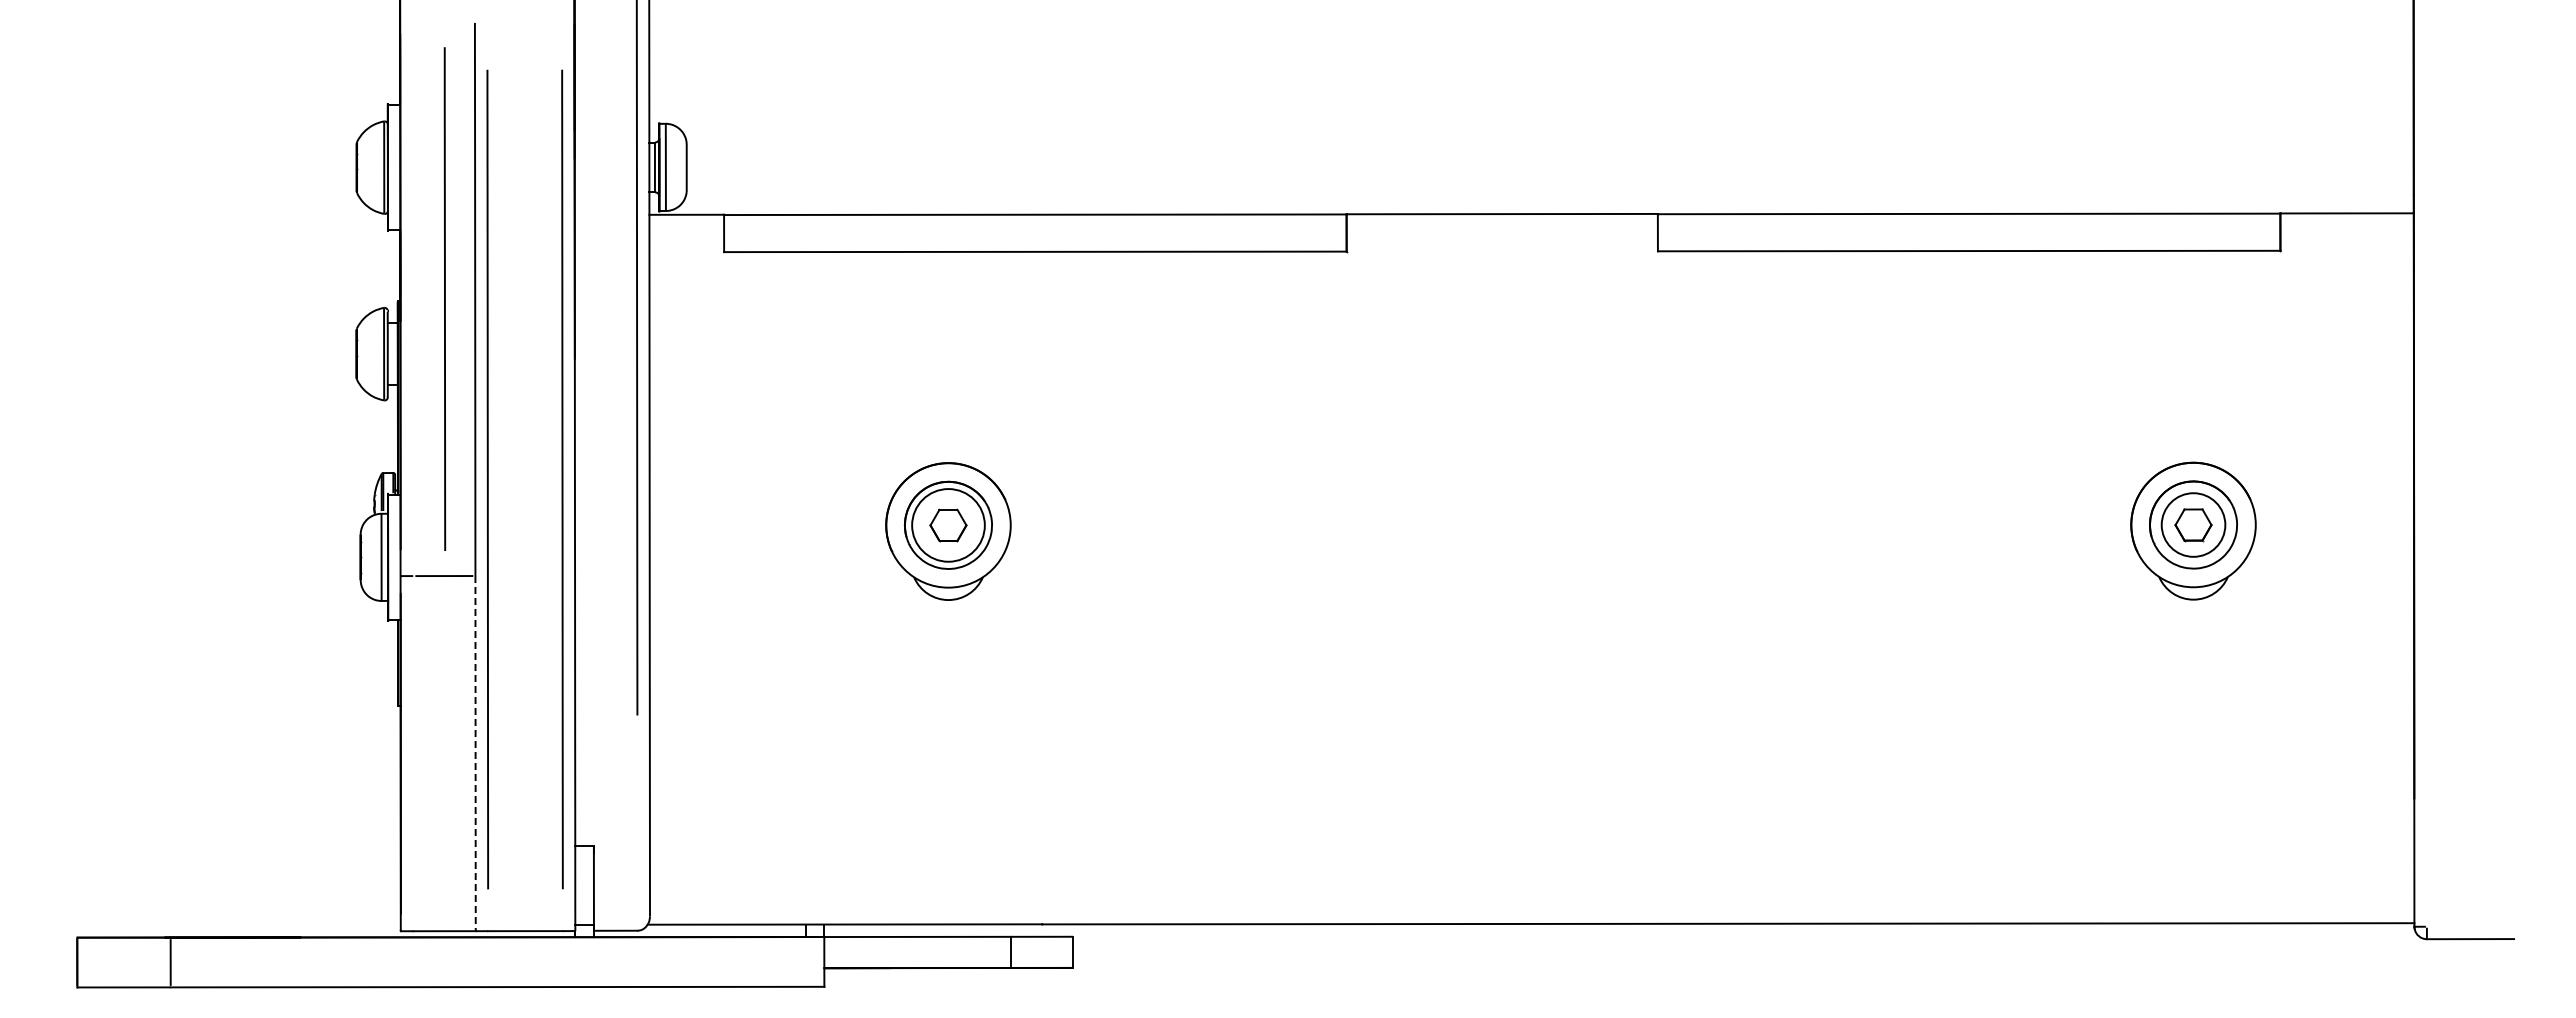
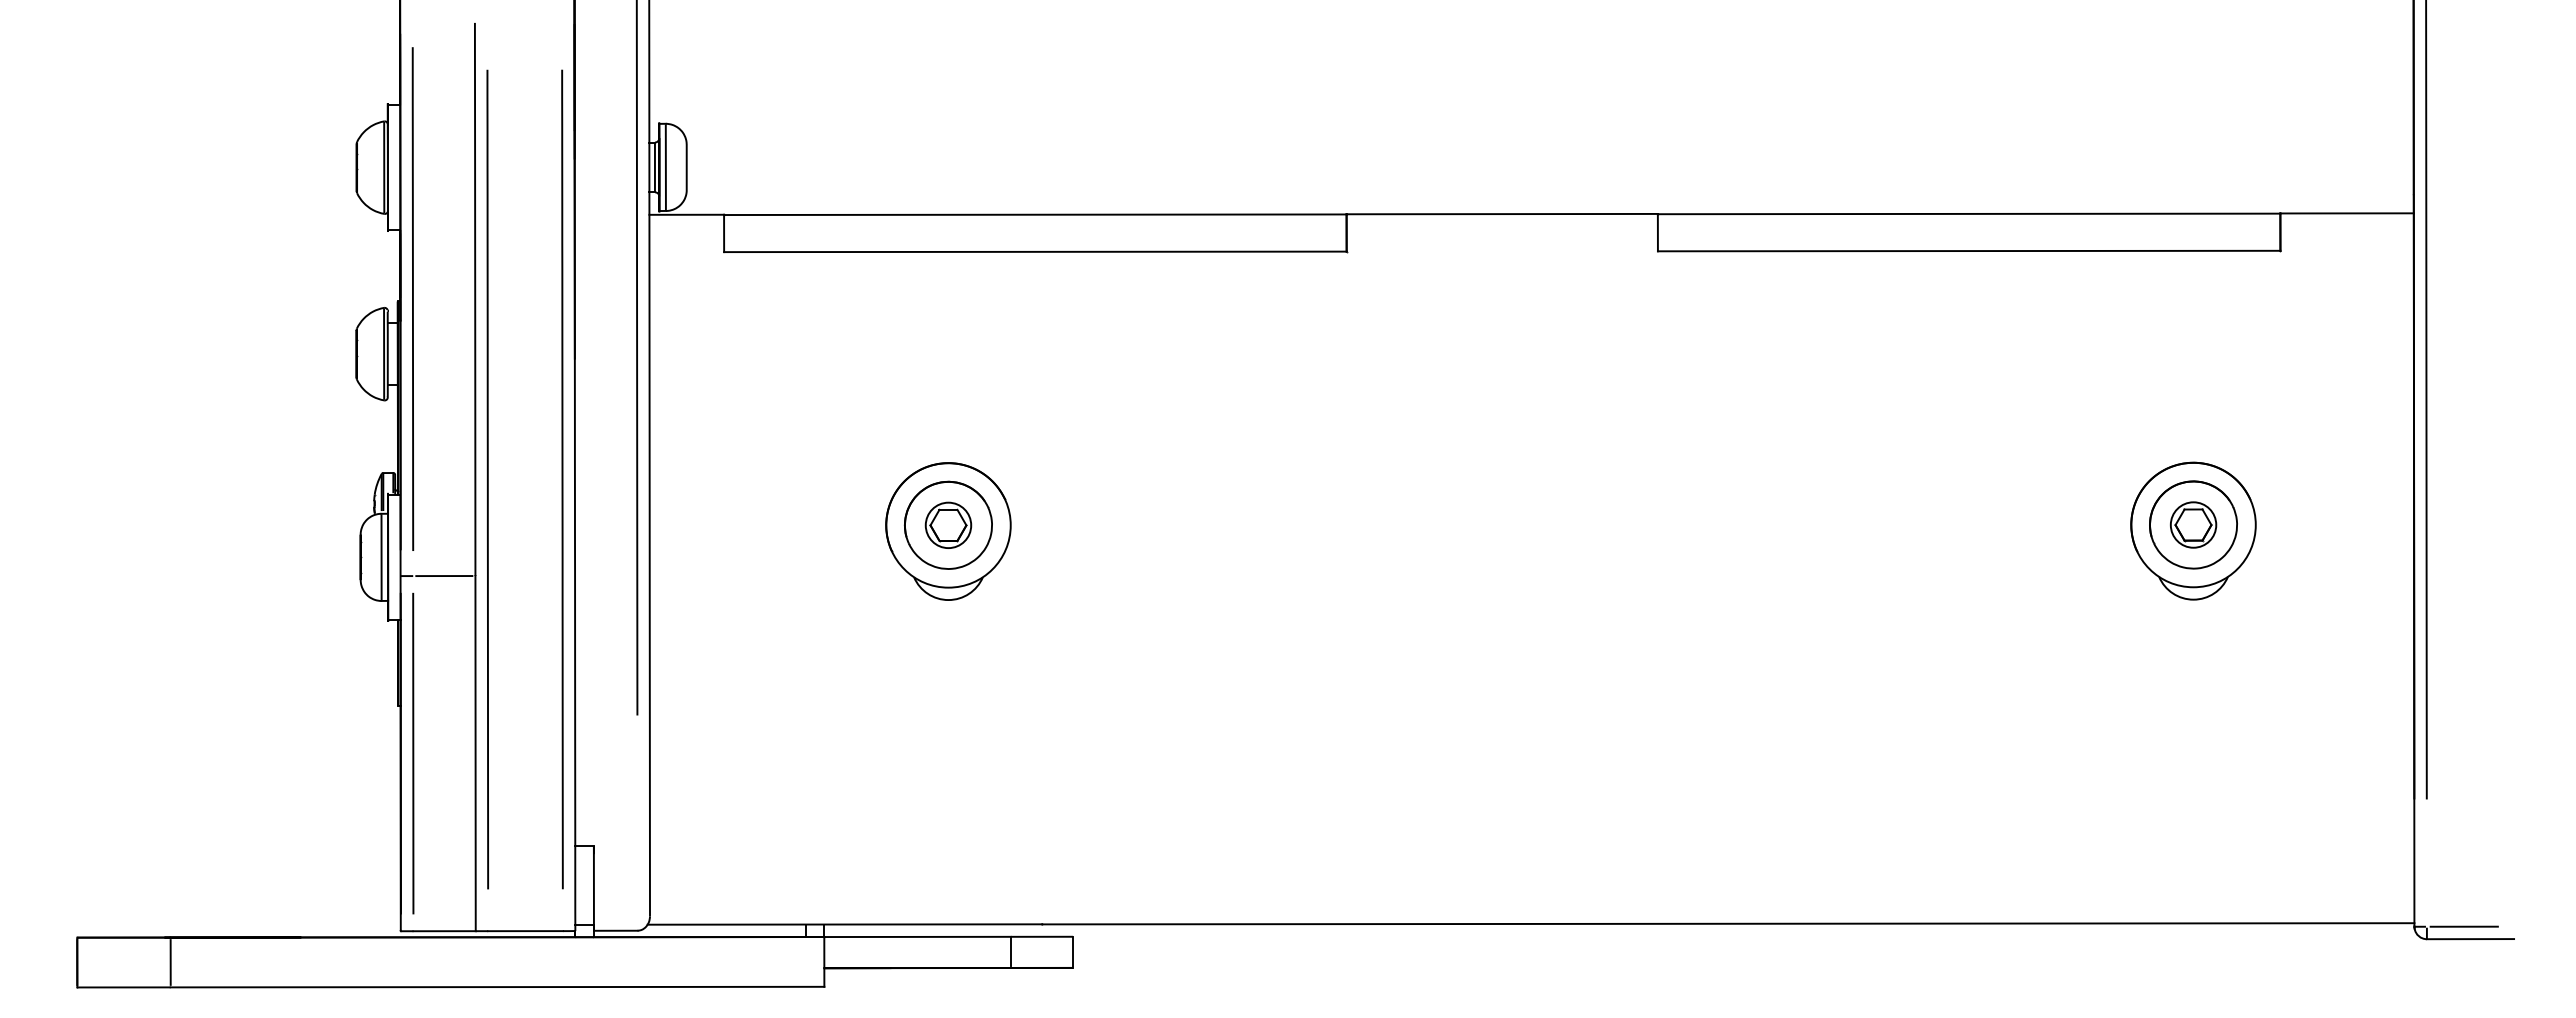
line at (444, 298) position: (444, 298) -> (412, 298)
line at (2426, 400): none -> present
circle at (2193, 524) diameter: 64 px -> 45 px
circle at (948, 525) diameter: 73 px -> 45 px
line at (413, 753): none -> present
line at (475, 753): dashed -> solid
line at (2463, 926): none -> present
